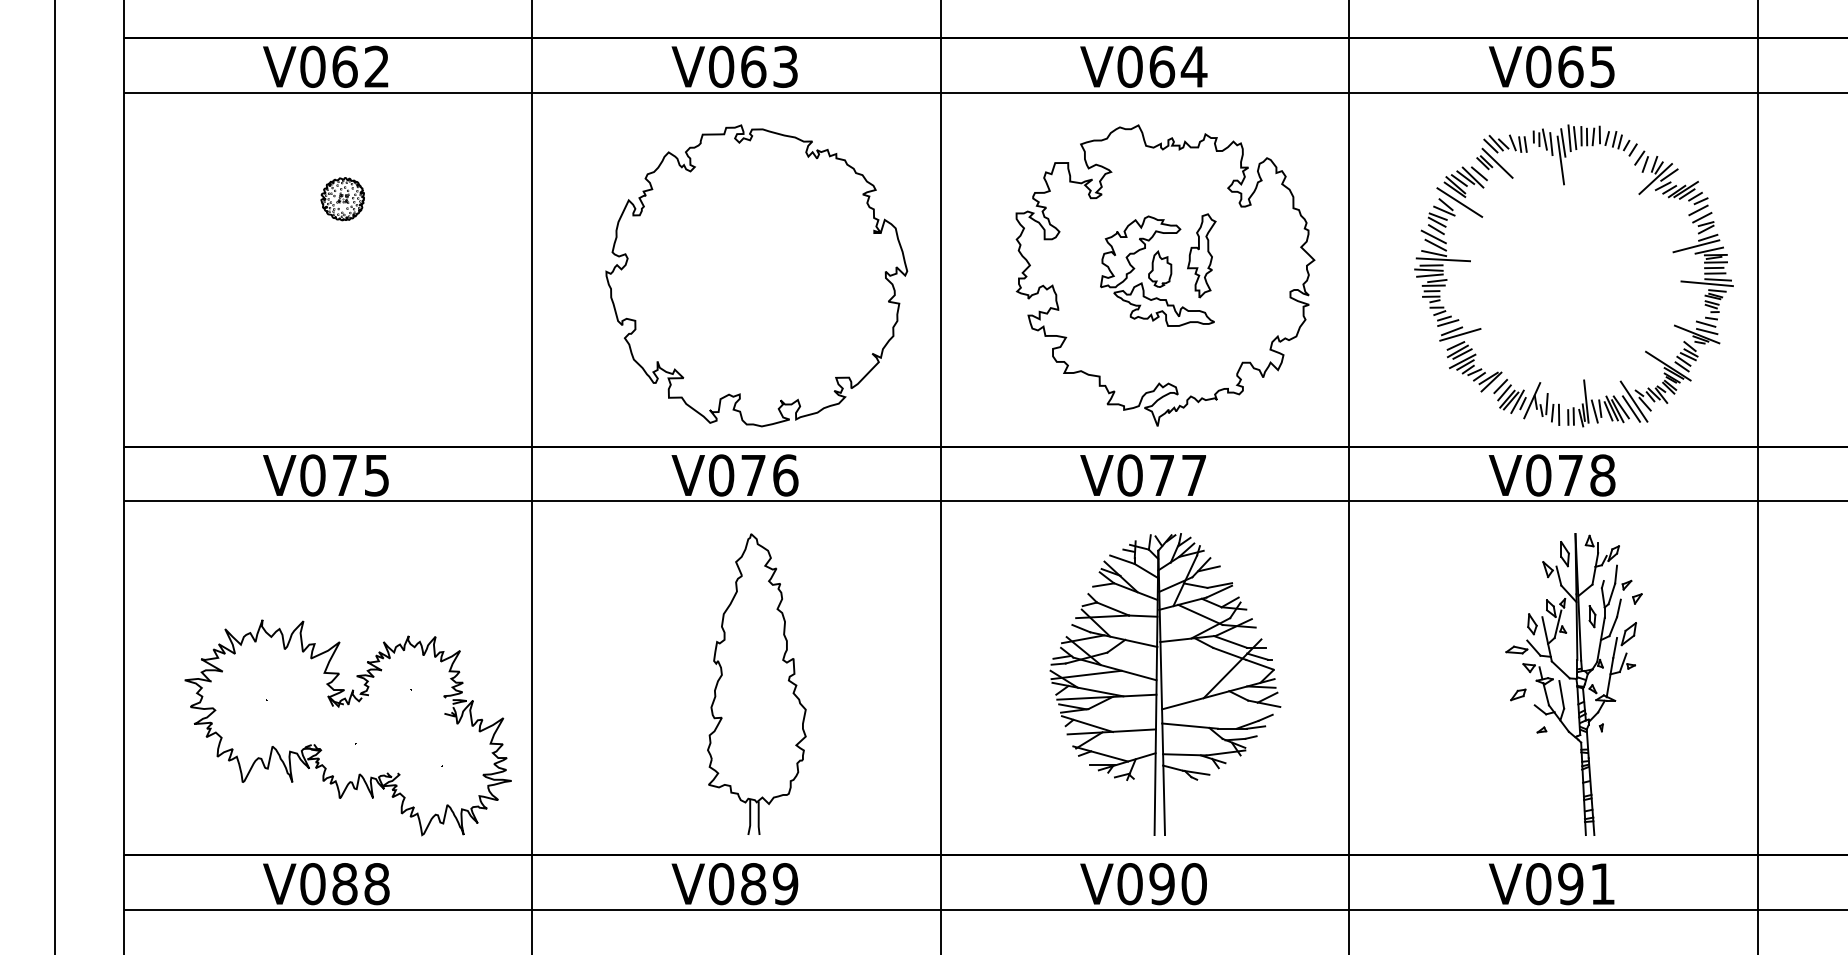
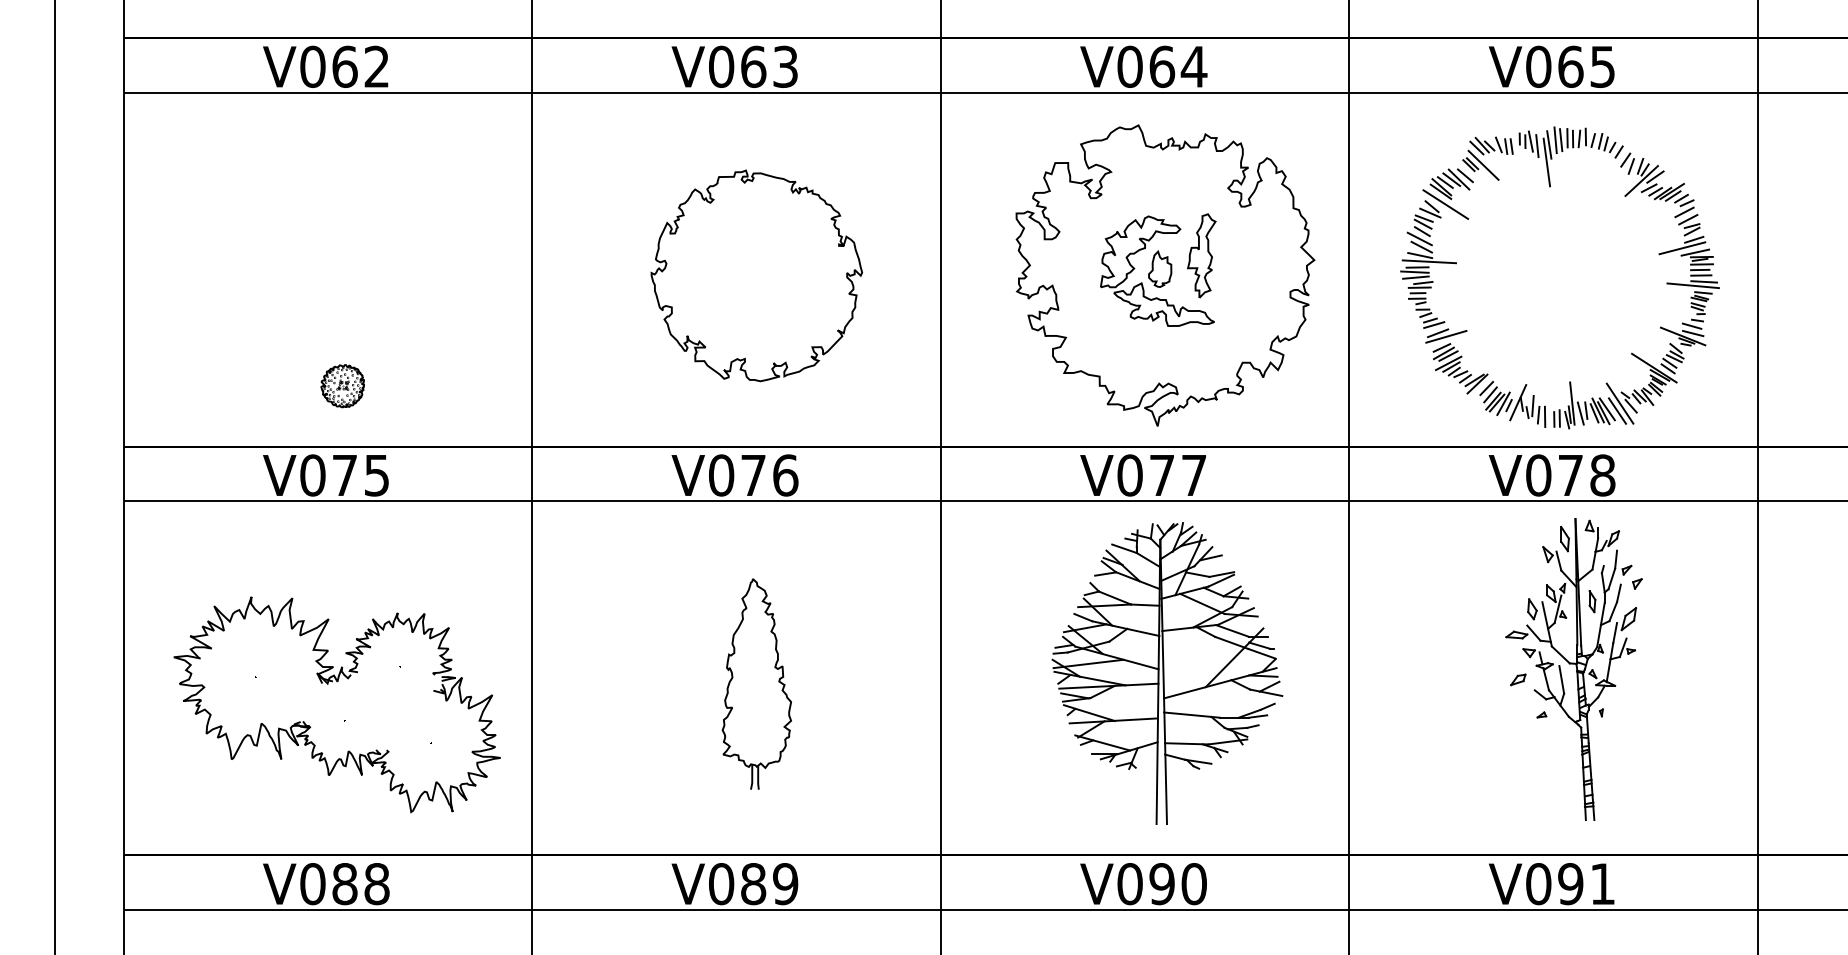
part at (1564, 185) position: (1564, 185) -> (1550, 187)
part at (342, 199) position: (342, 199) -> (342, 386)
part at (756, 275) size: 304x304 px -> 214x214 px
part at (756, 683) size: 100x302 px -> 71x212 px
part at (1165, 684) position: (1165, 684) -> (1167, 673)
part at (1573, 684) position: (1573, 684) -> (1573, 669)
part at (355, 743) position: (355, 743) -> (344, 720)
